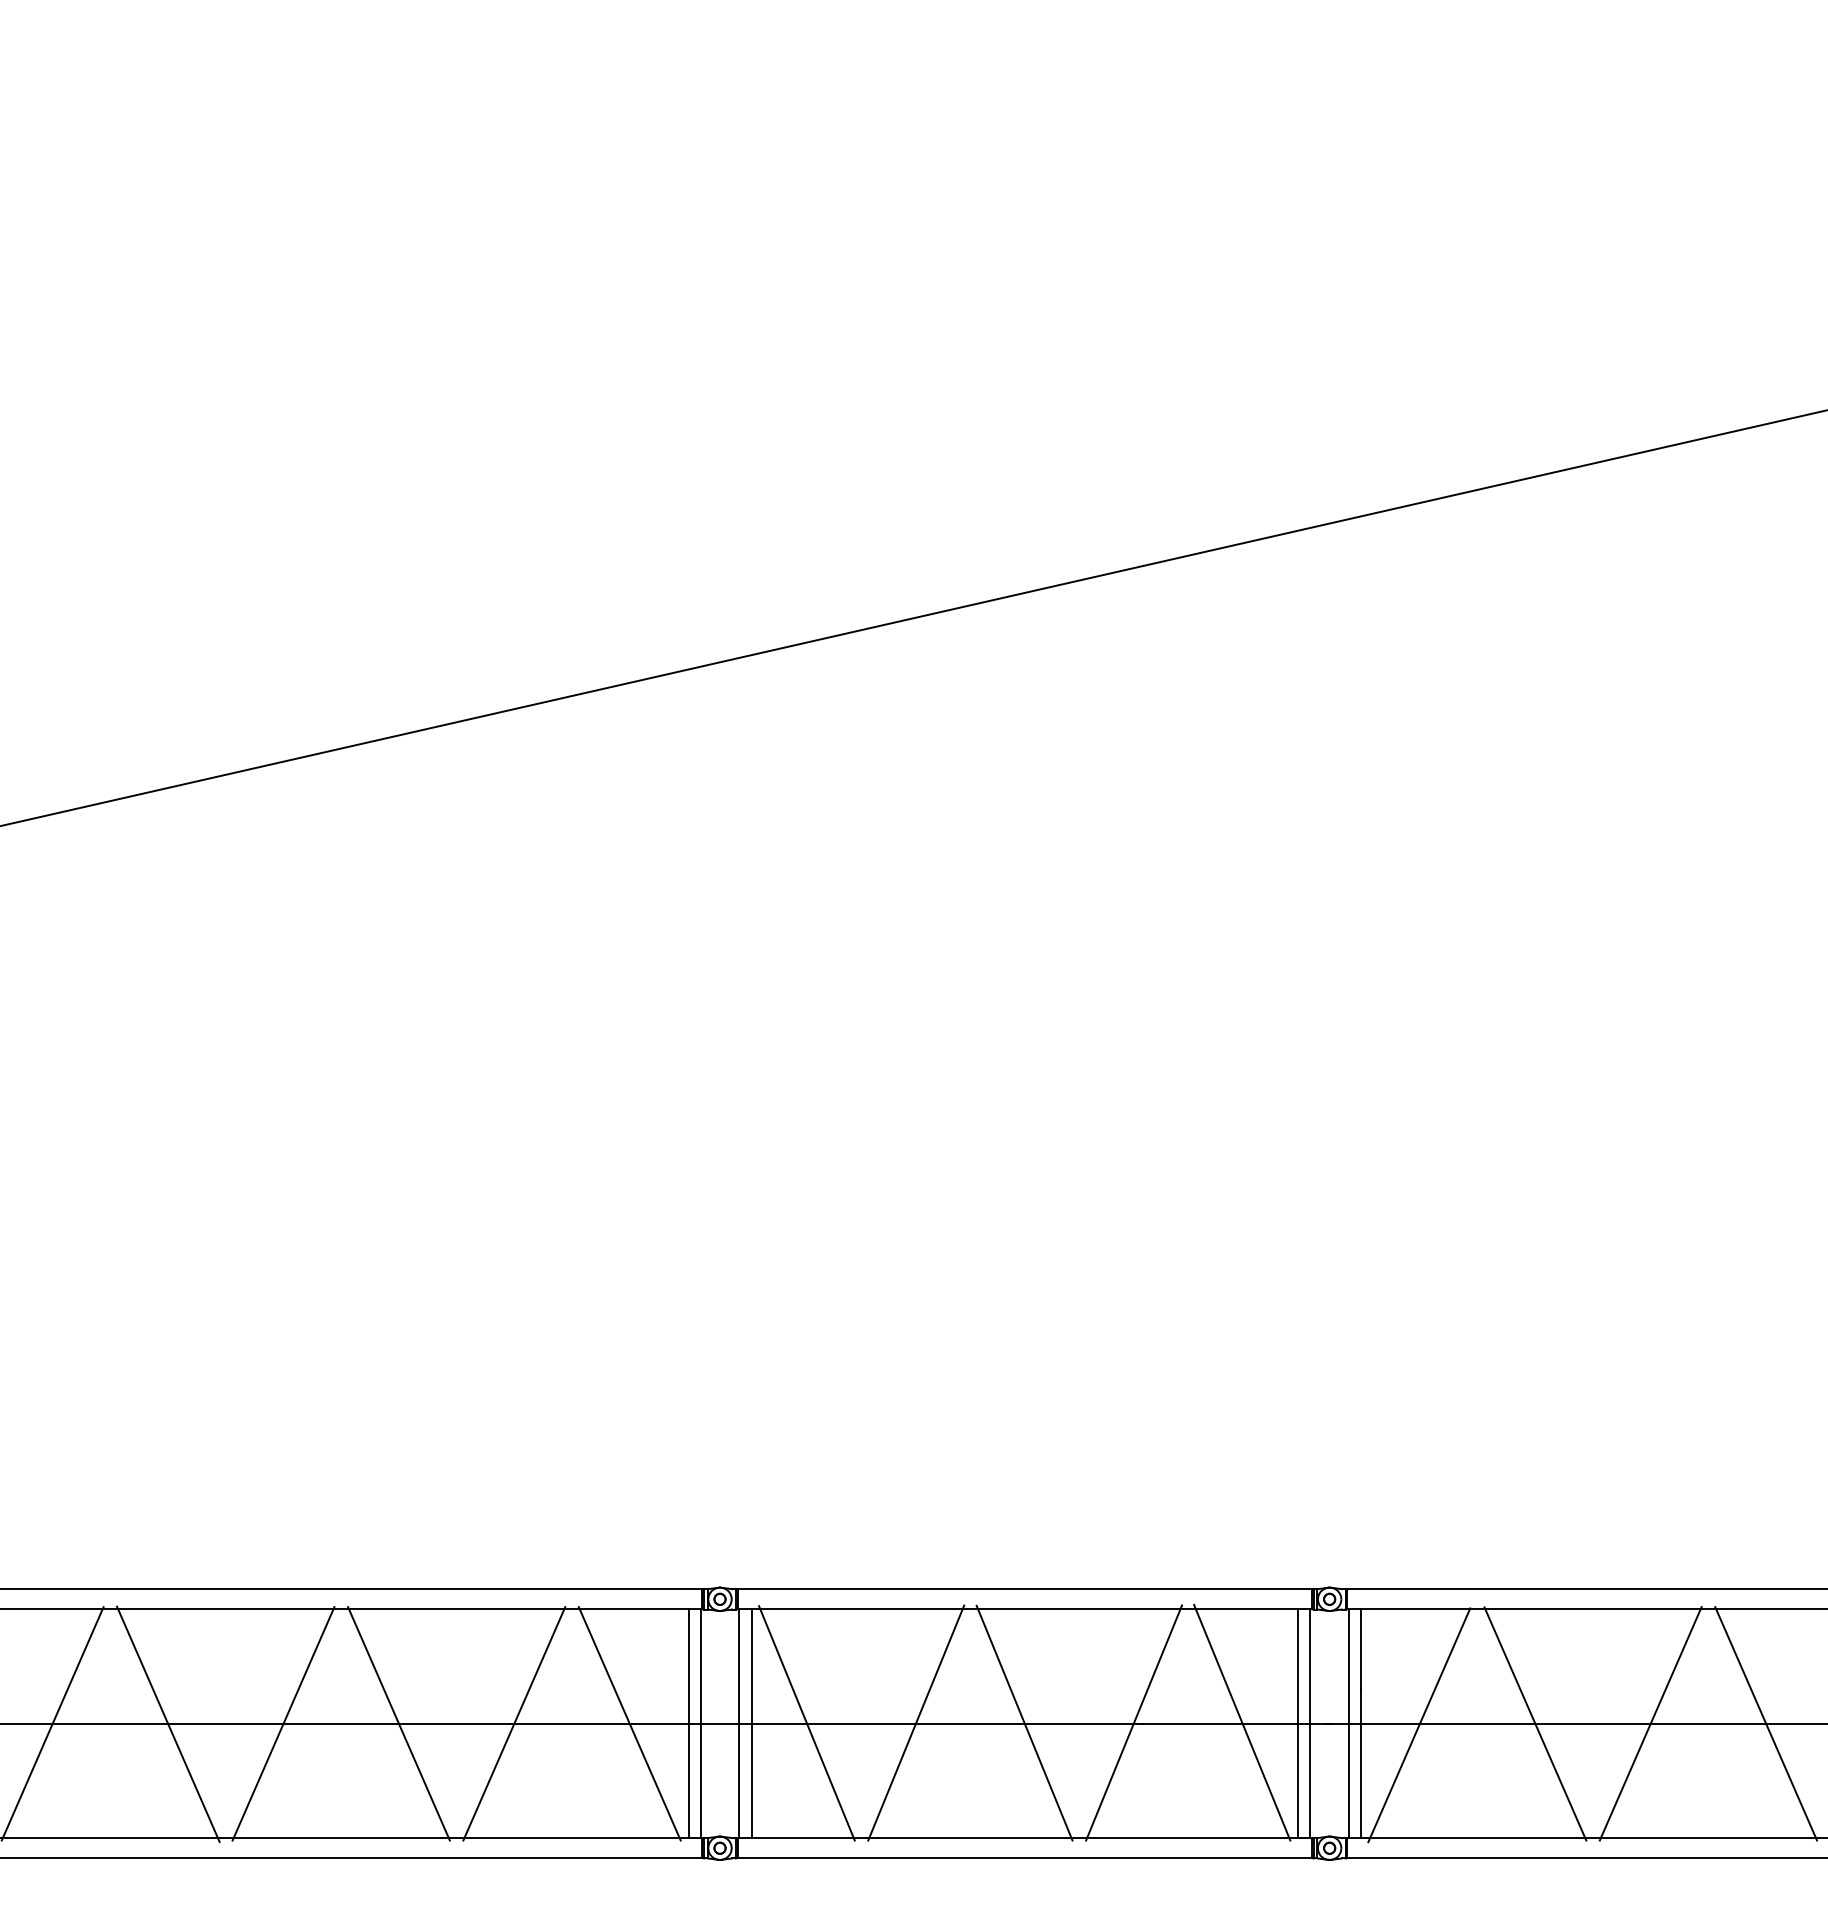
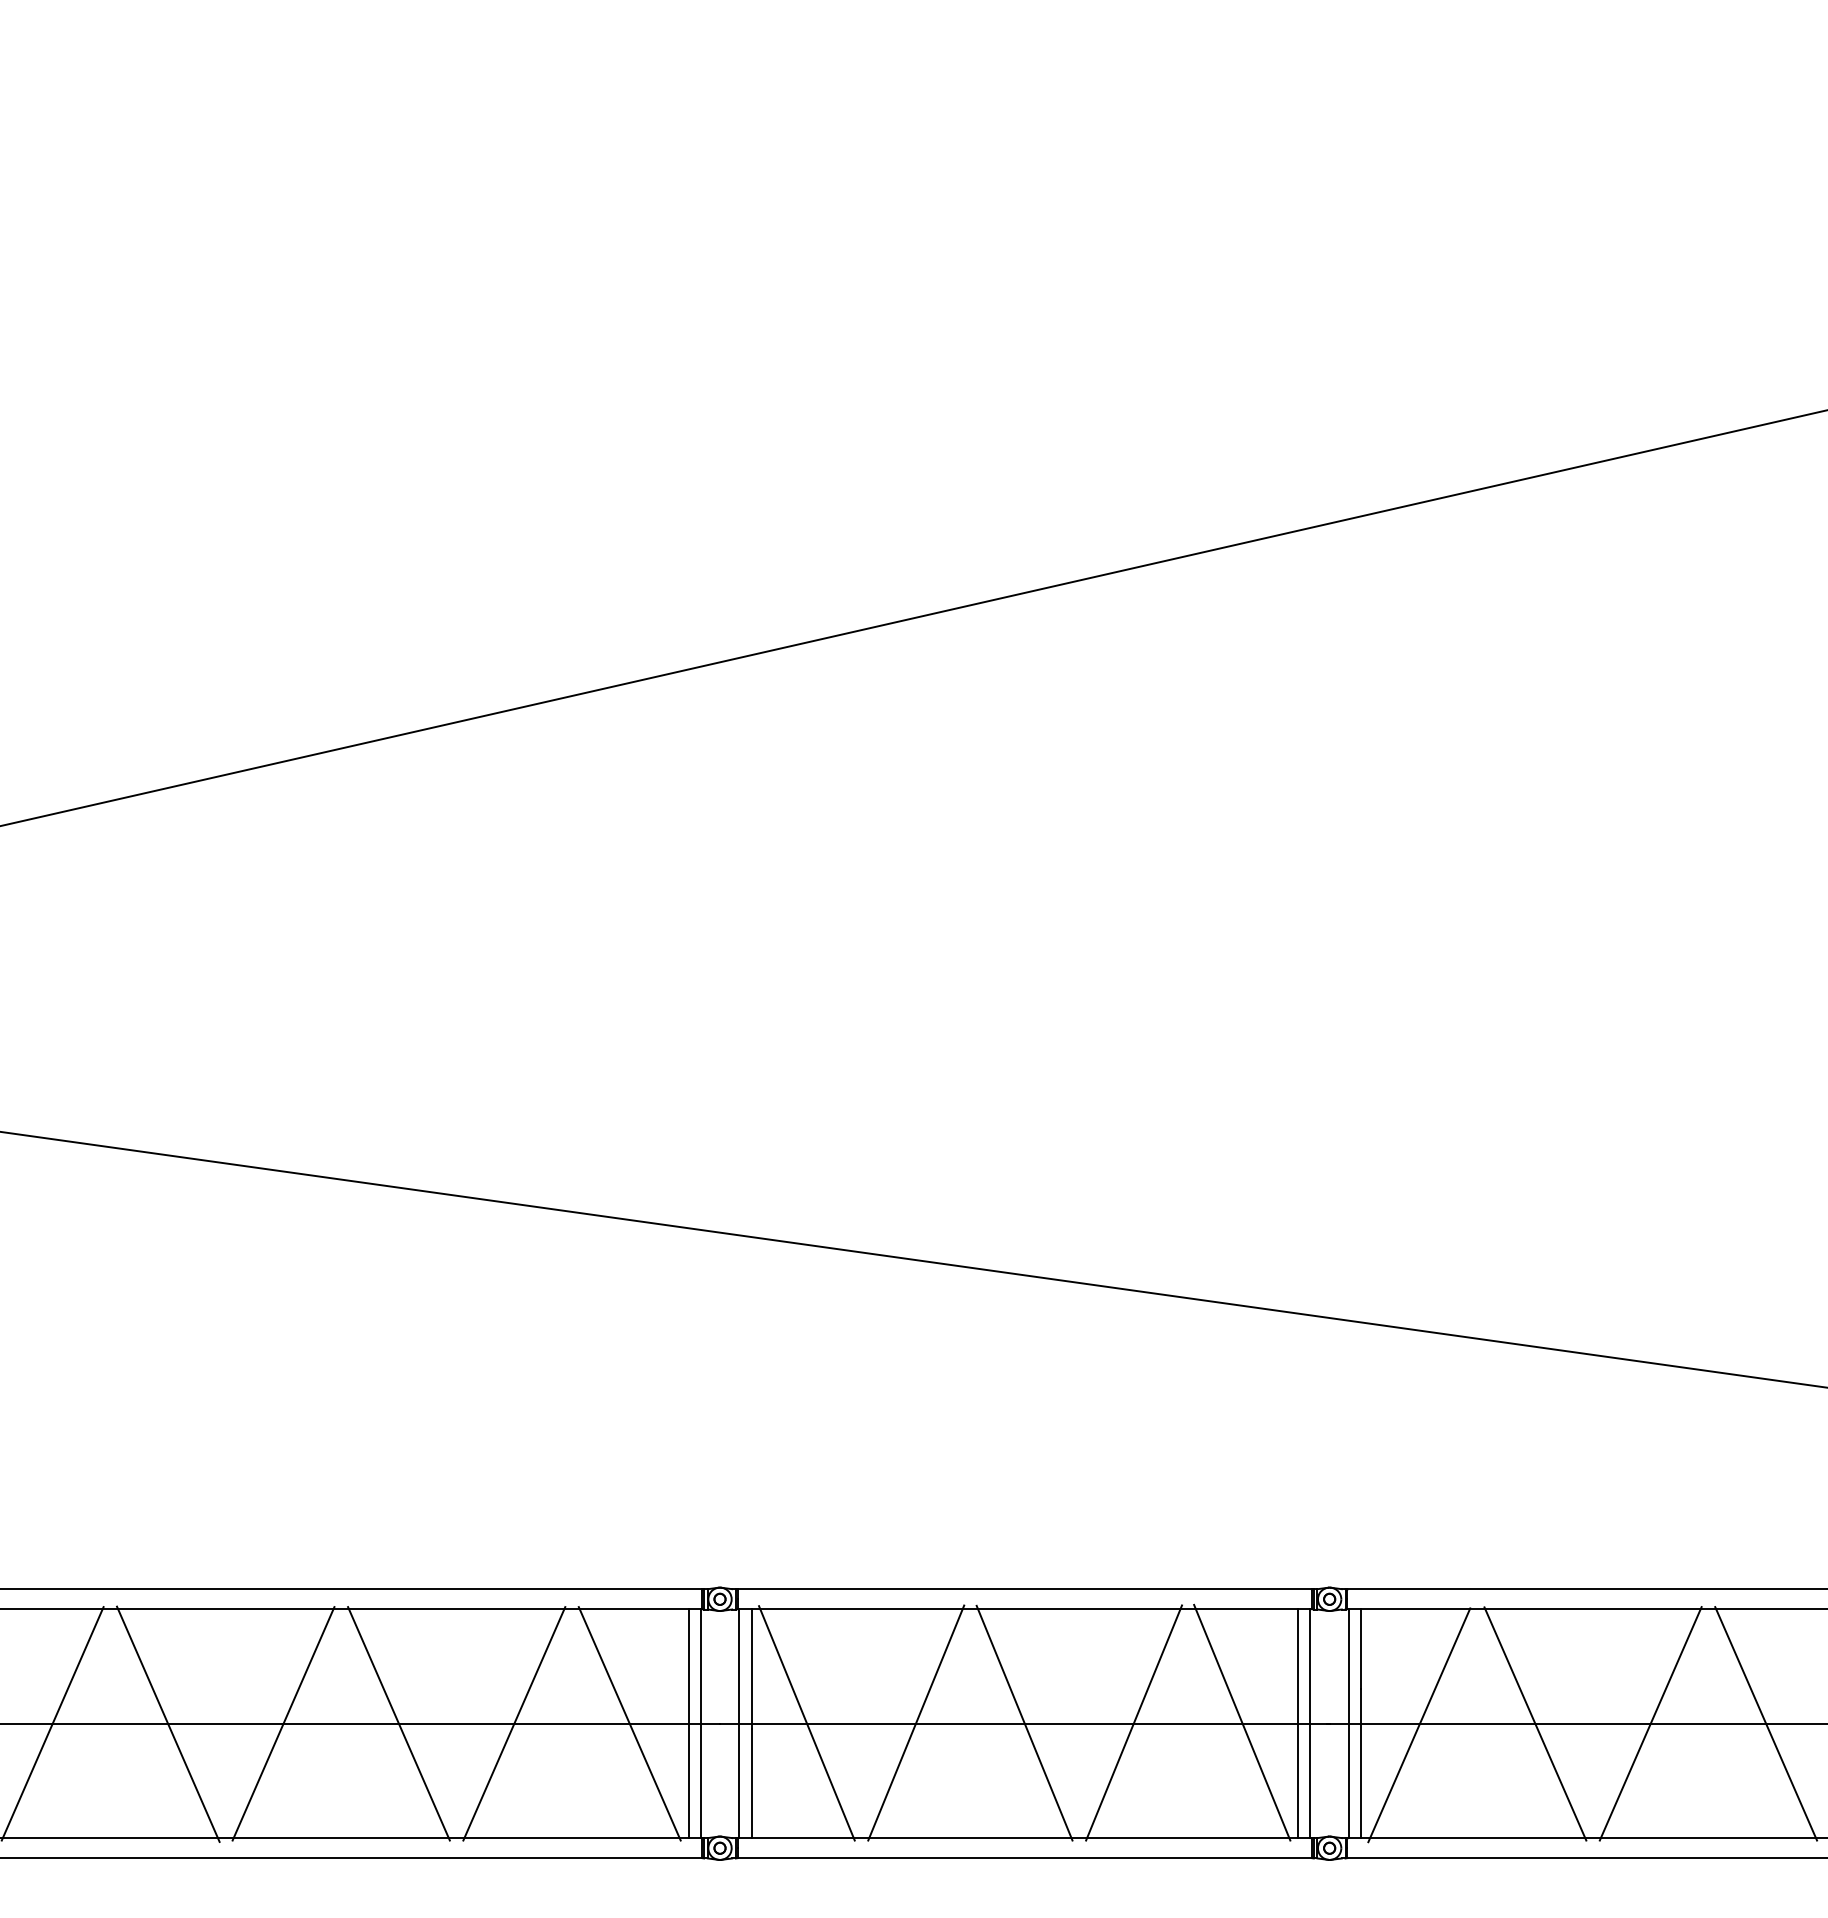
line at (913, 1259): none -> present
